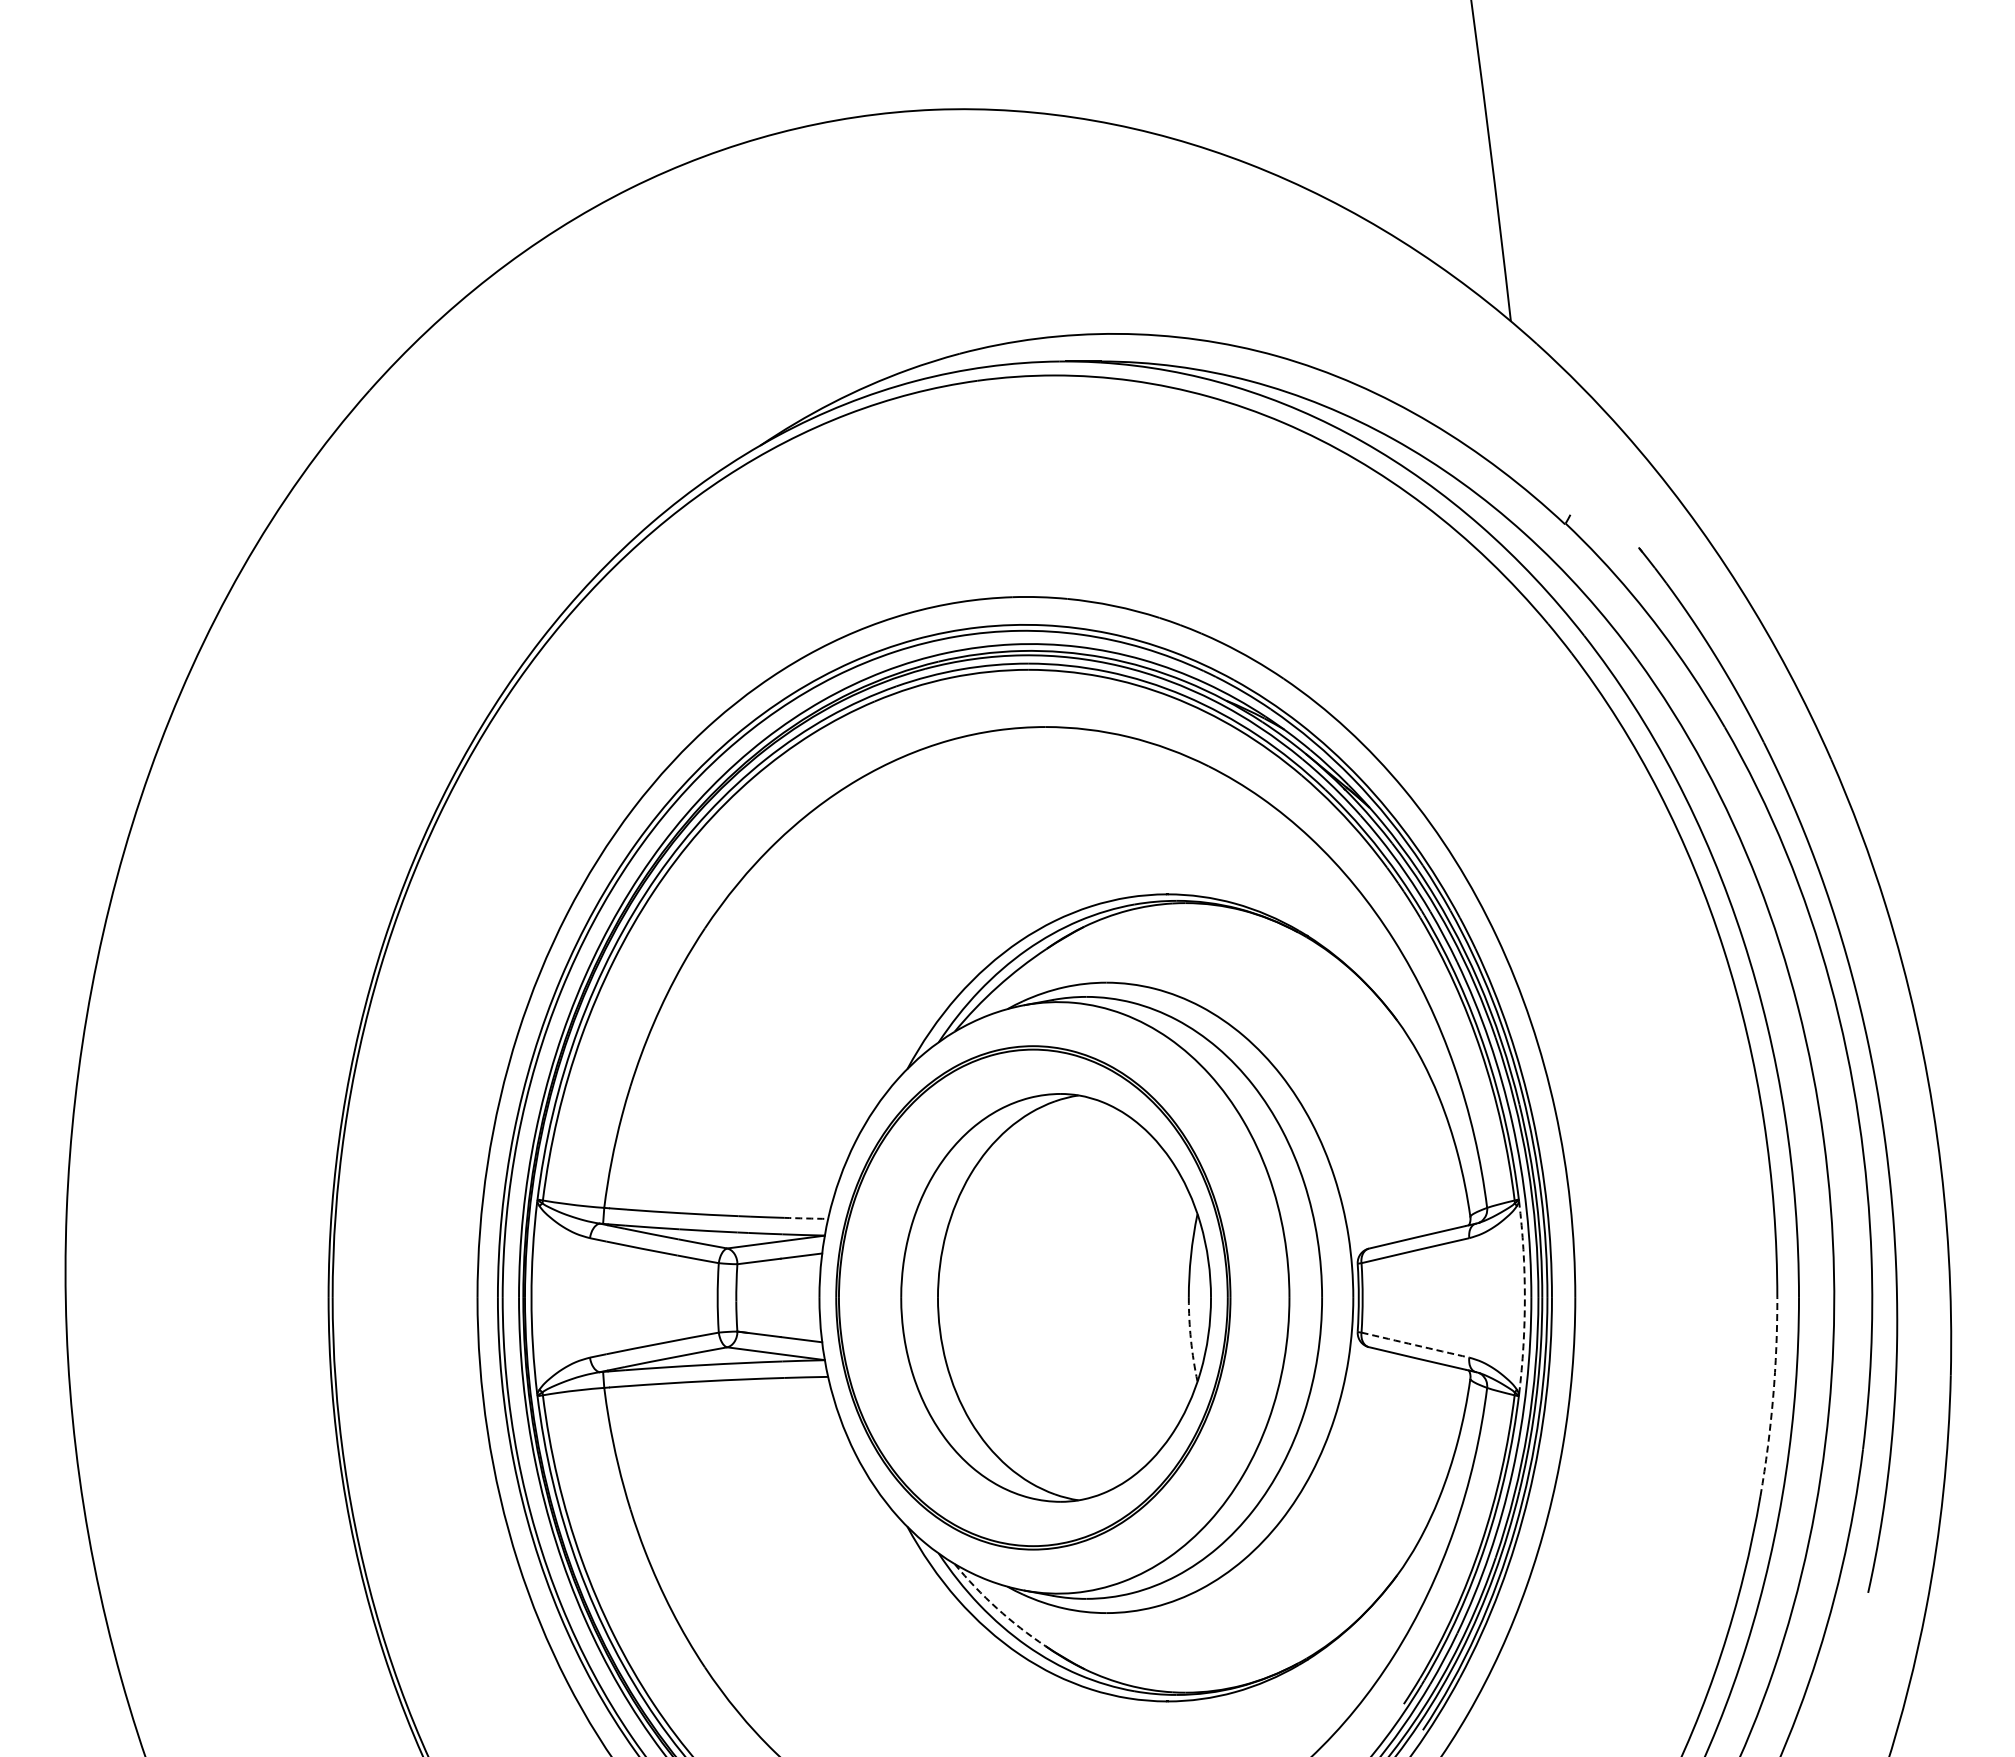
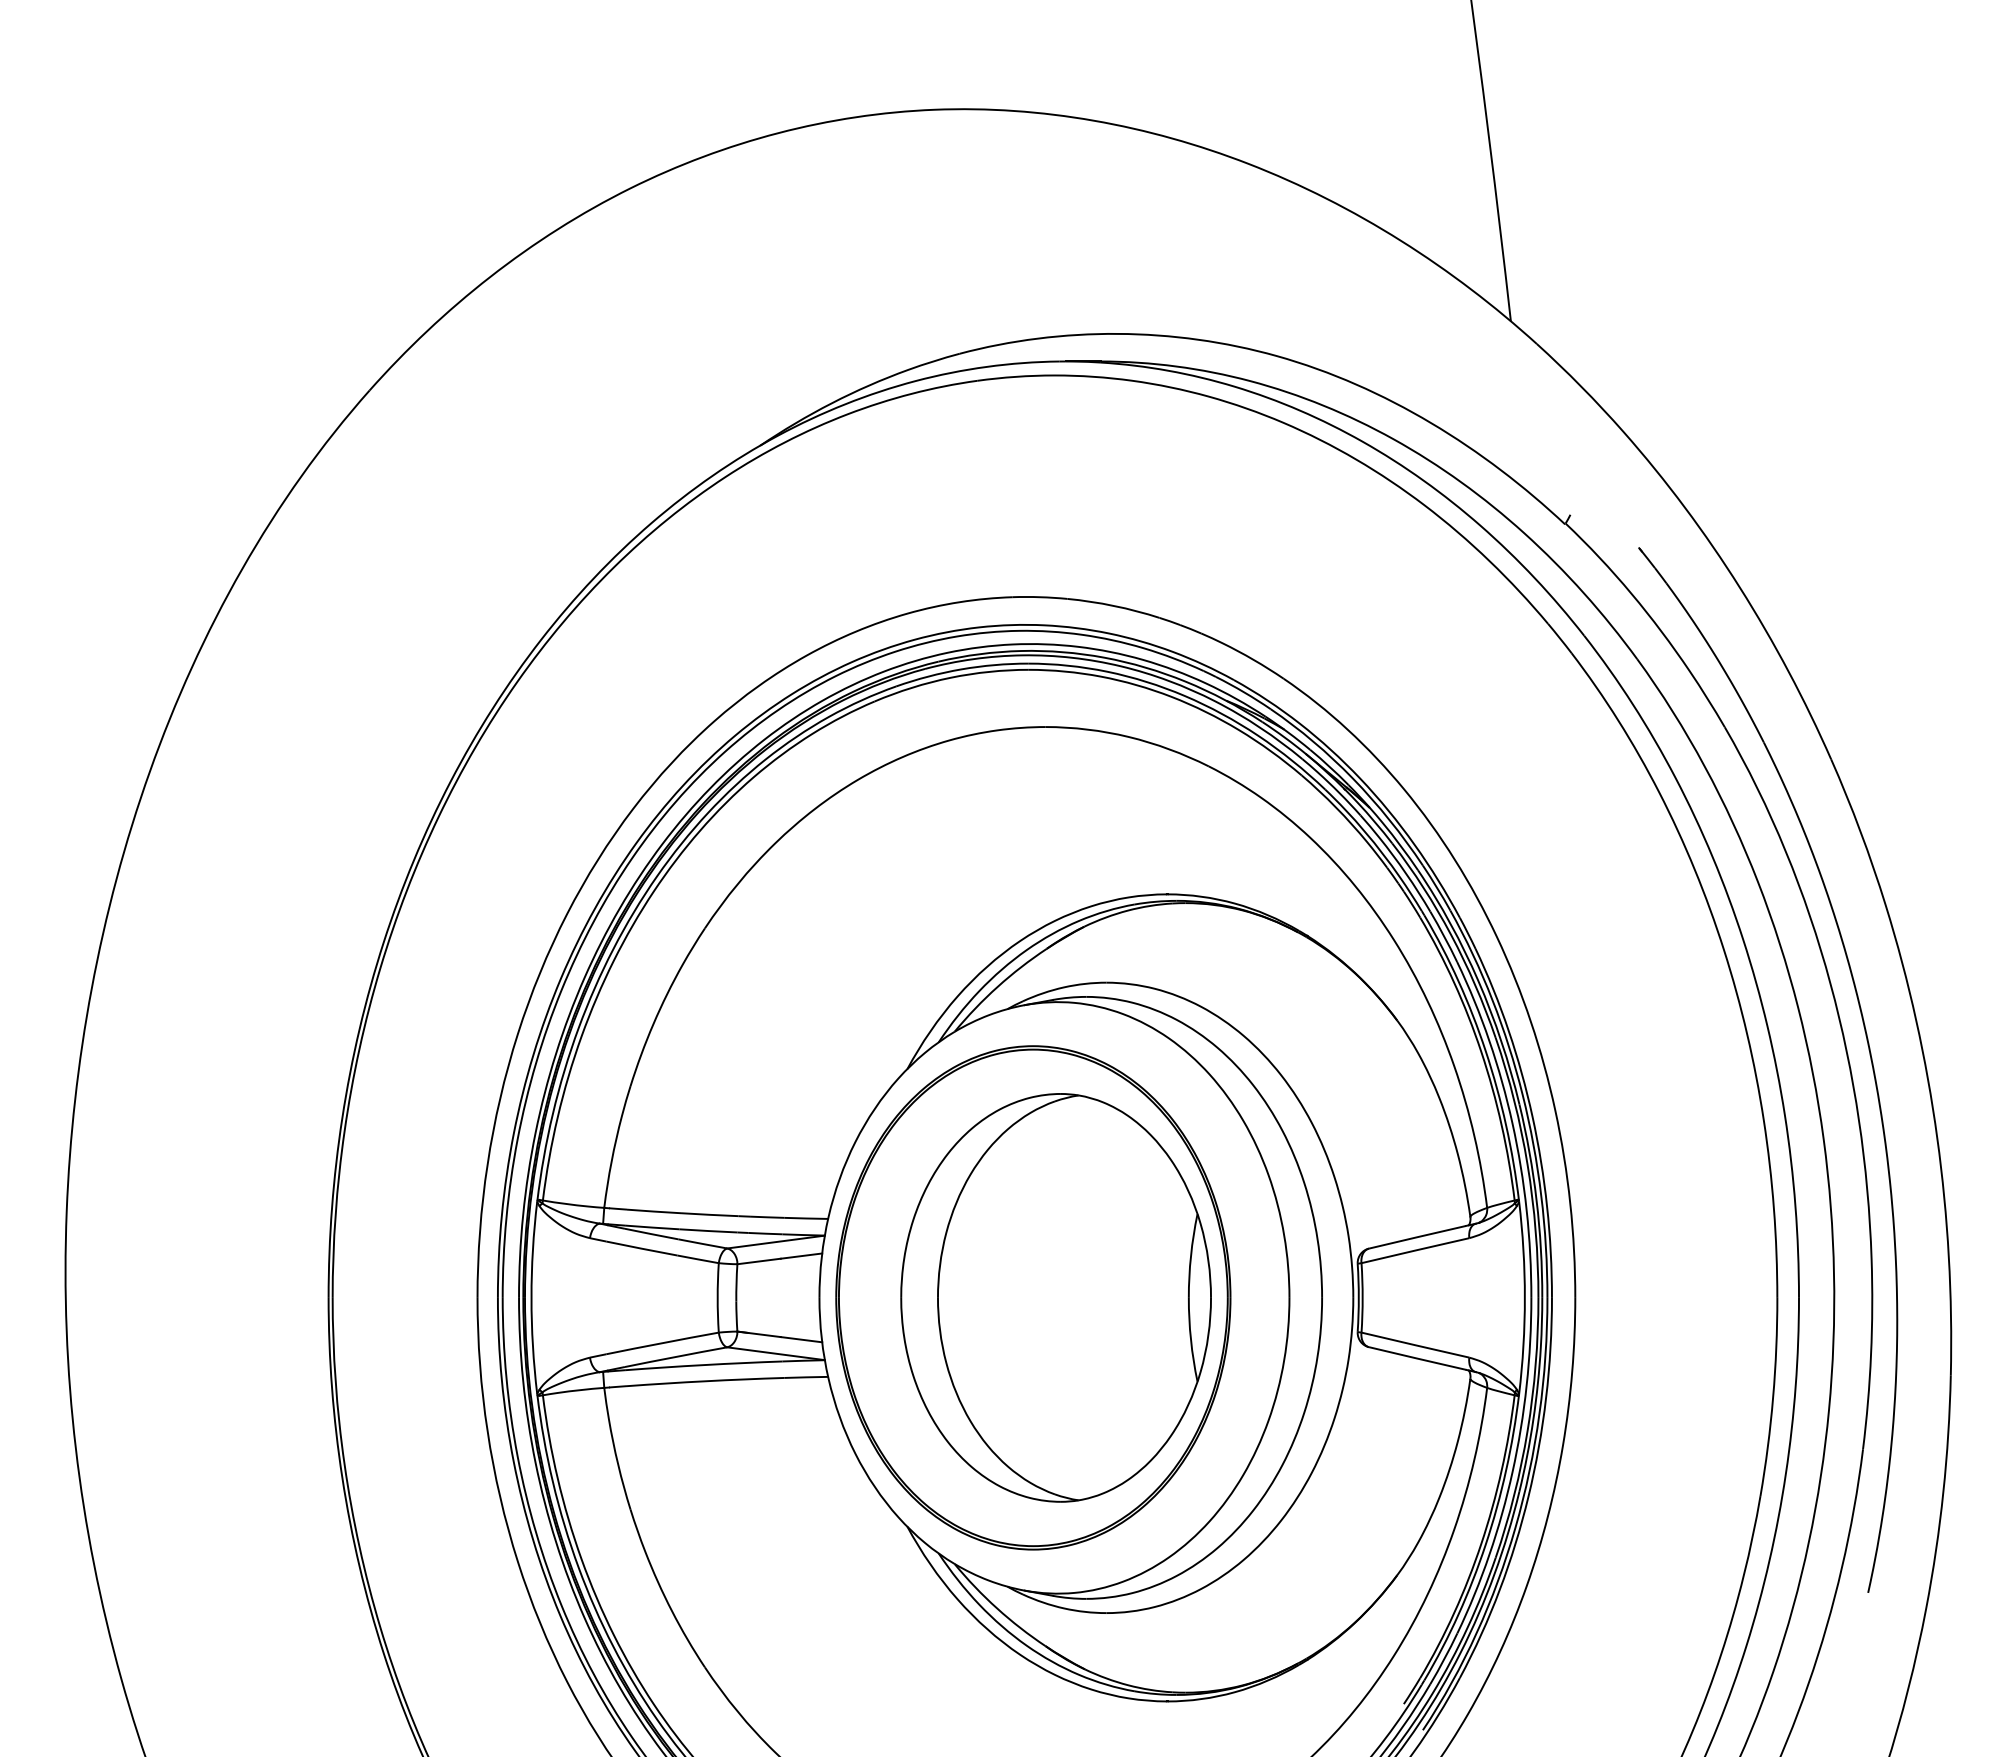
arc at (806, 1218): dashed -> solid
arc at (1524, 1297): dashed -> solid
arc at (1190, 1339): dashed -> solid
arc at (1415, 1345): dashed -> solid
arc at (1773, 1397): dashed -> solid
arc at (997, 1608): dashed -> solid
